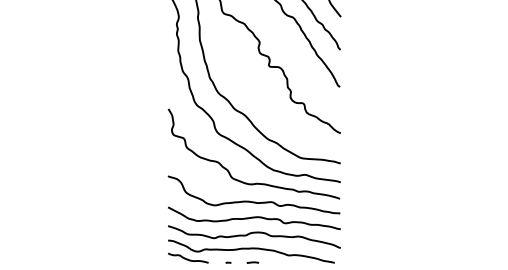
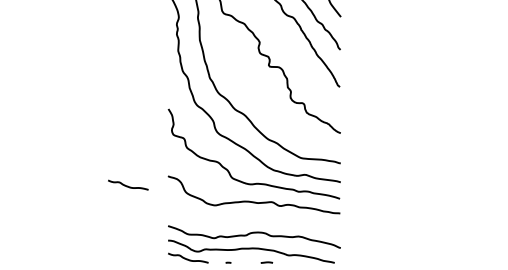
curve at (127, 185): none -> present
curve at (254, 218): present -> none
line at (252, 262) position: (252, 262) -> (266, 262)
